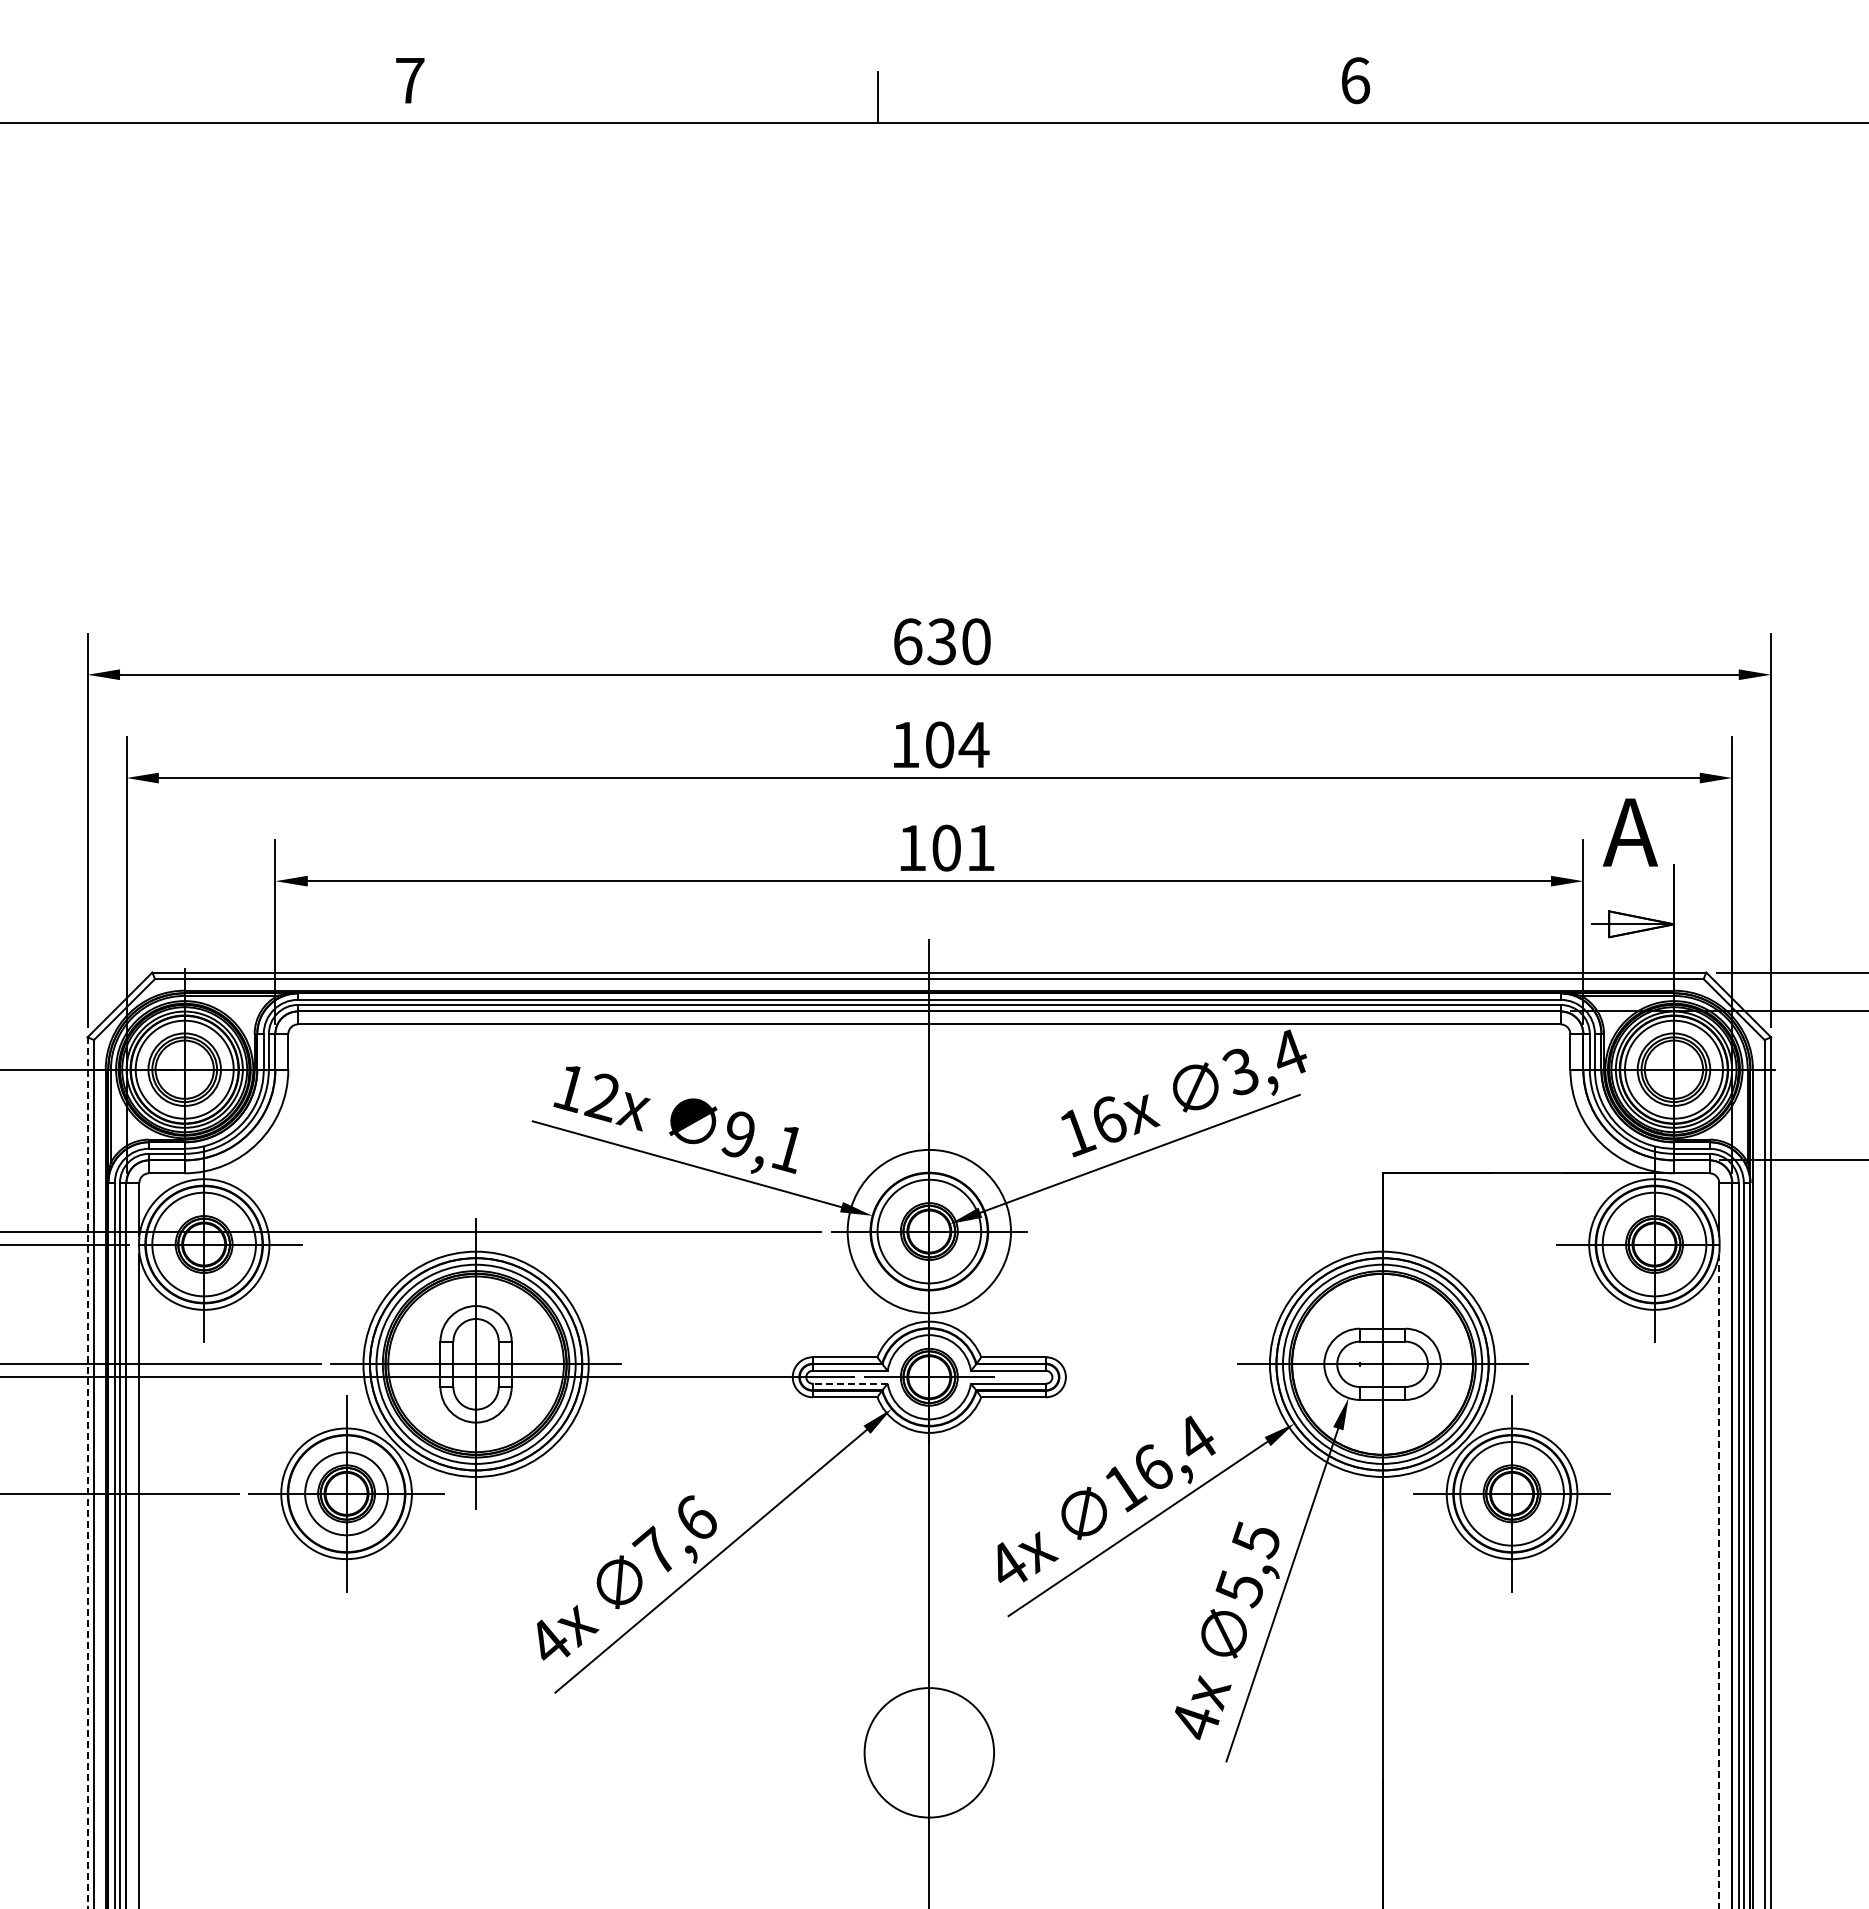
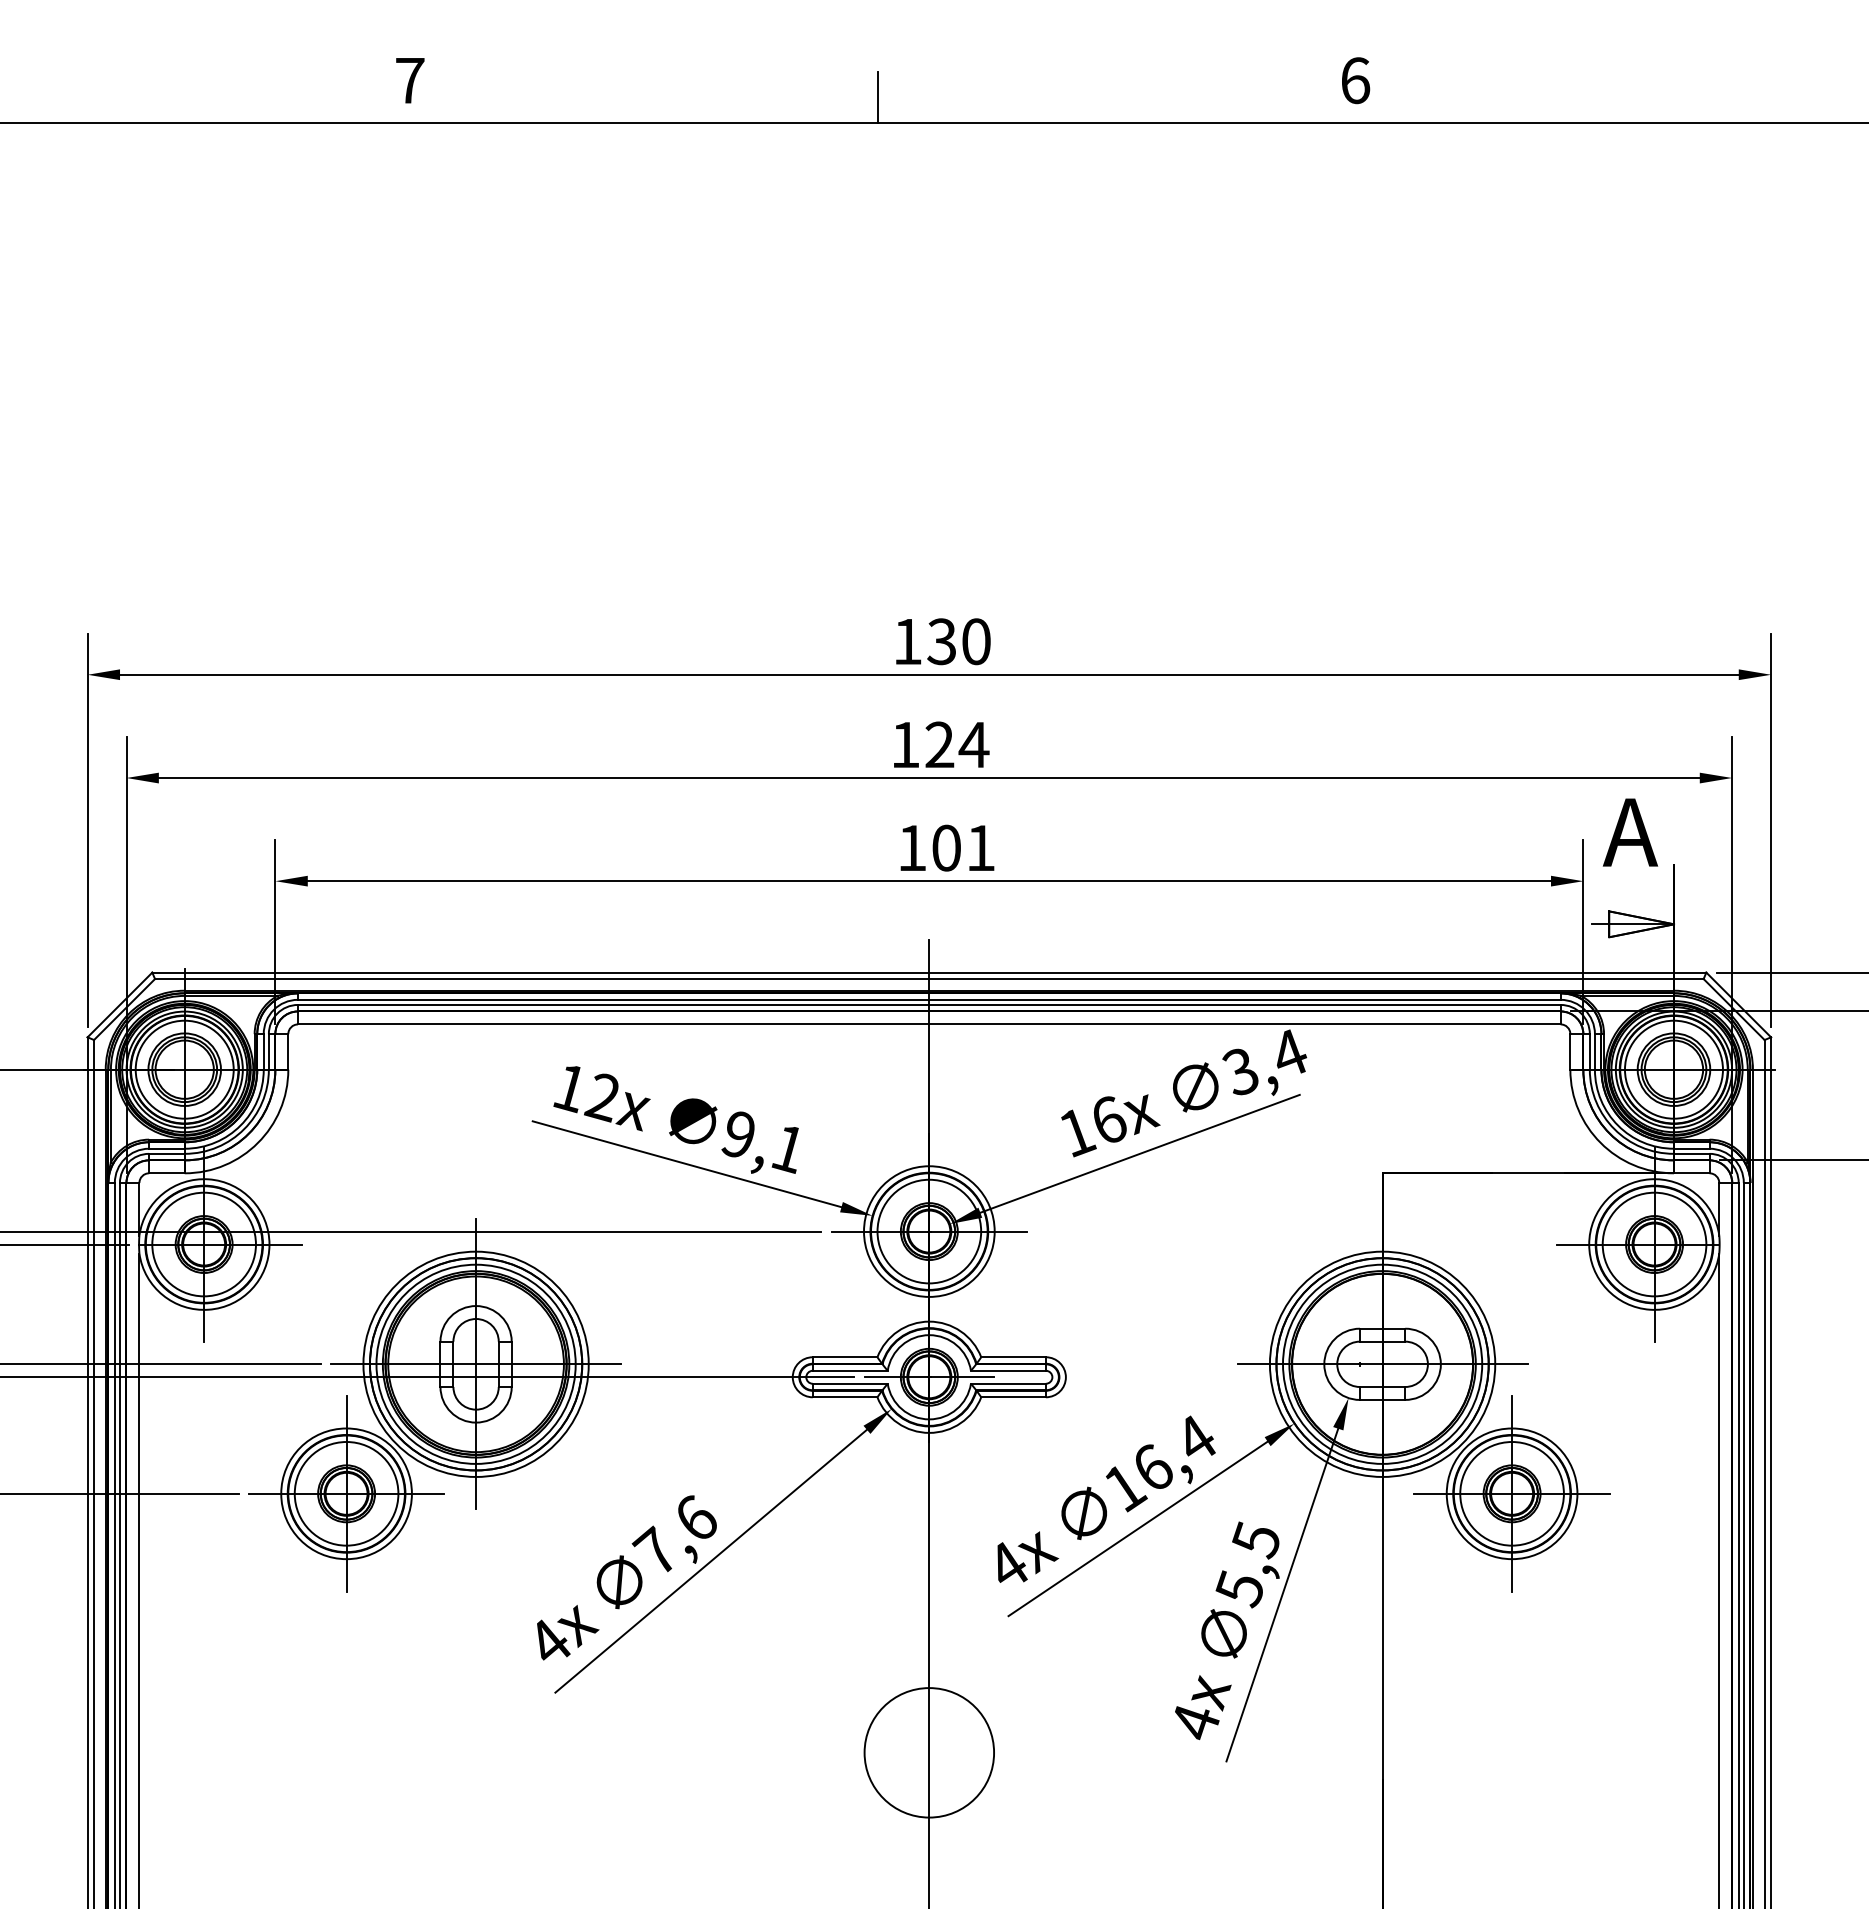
text at (908, 641): 630 -> 130
text at (939, 744): 104 -> 124
circle at (929, 1231) diameter: 163 px -> 131 px
line at (849, 1383): dashed -> solid
line at (87, 1473): dashed -> solid
circle at (346, 1493) diameter: 83 px -> 104 px
line at (1719, 1581): dashed -> solid
